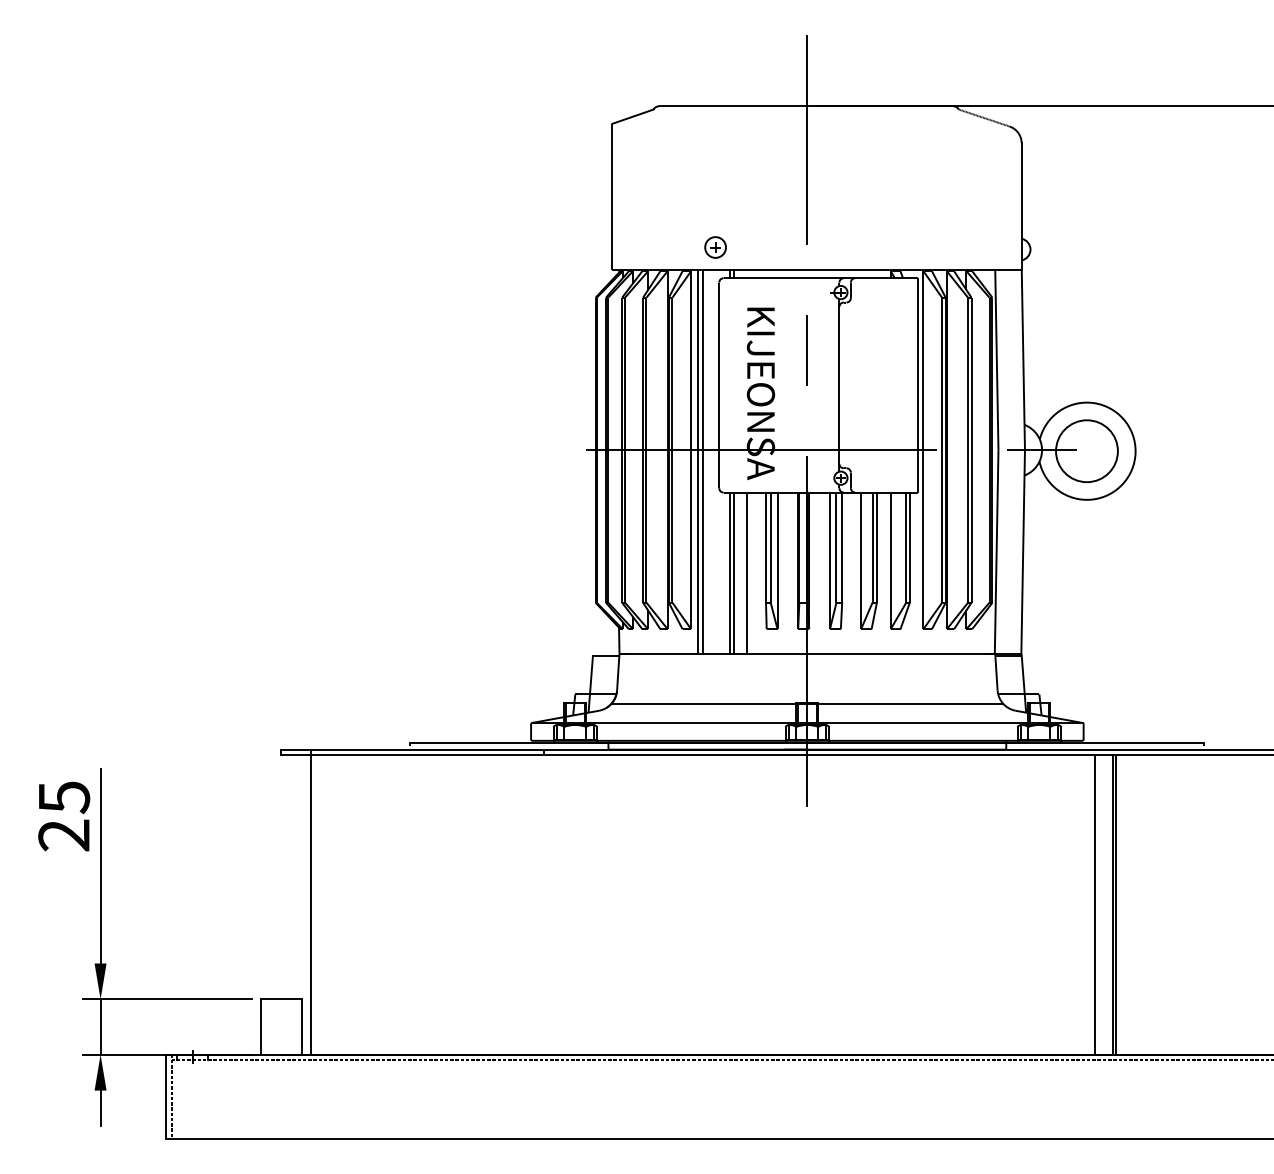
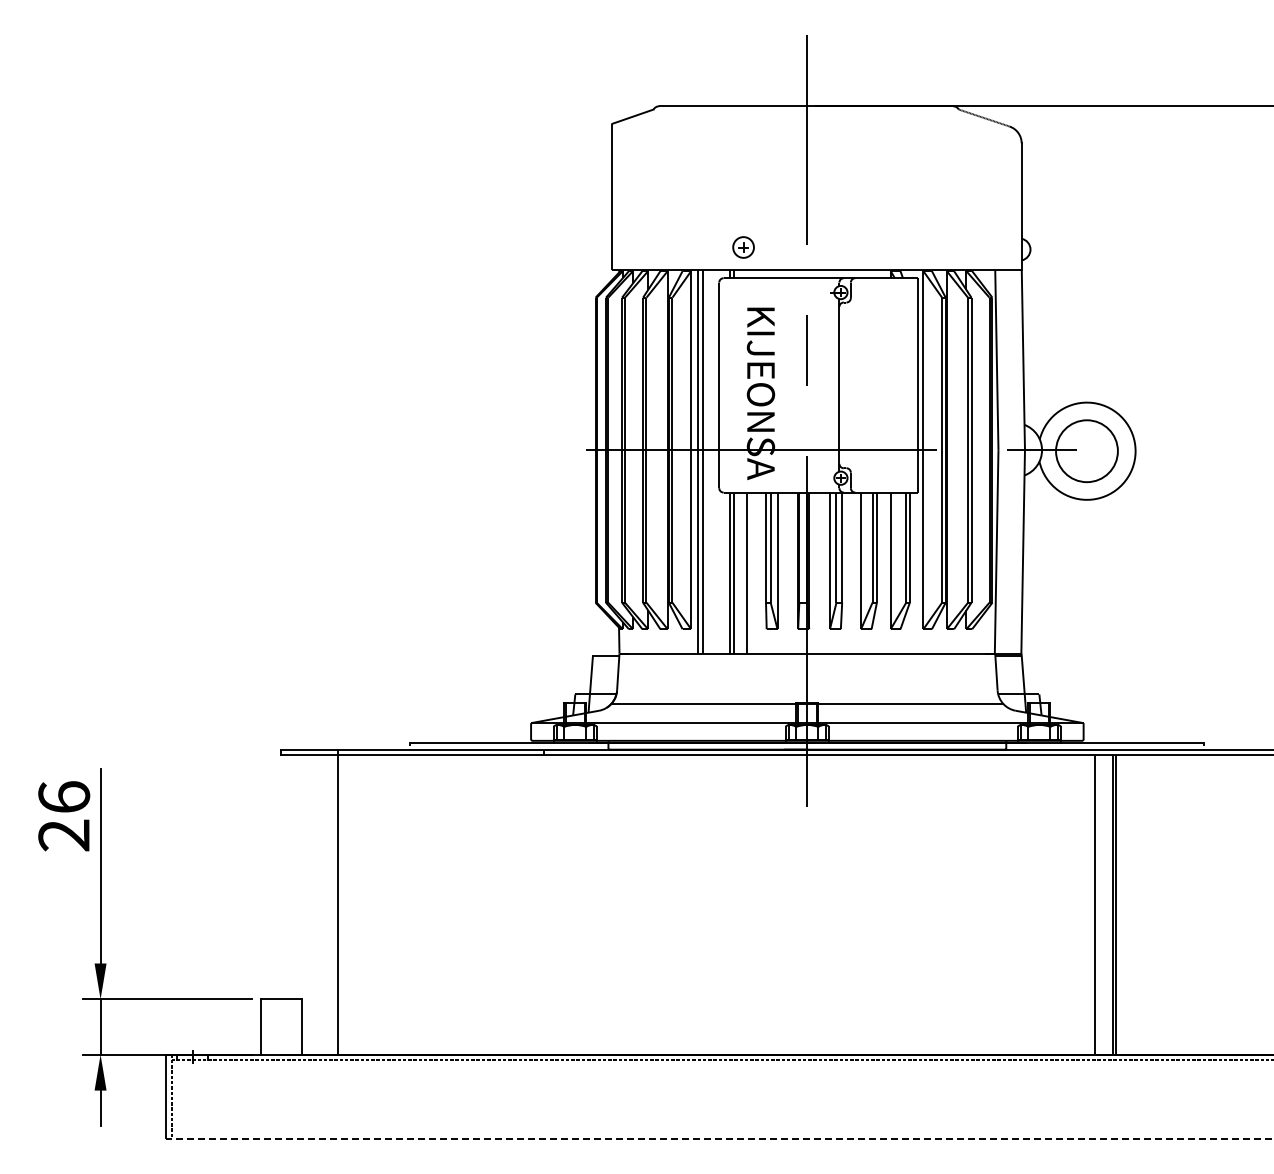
part at (715, 247) position: (715, 247) -> (743, 247)
text at (64, 797): 25 -> 26
line at (311, 901) position: (311, 901) -> (338, 901)
line at (719, 1138): solid -> dashed
